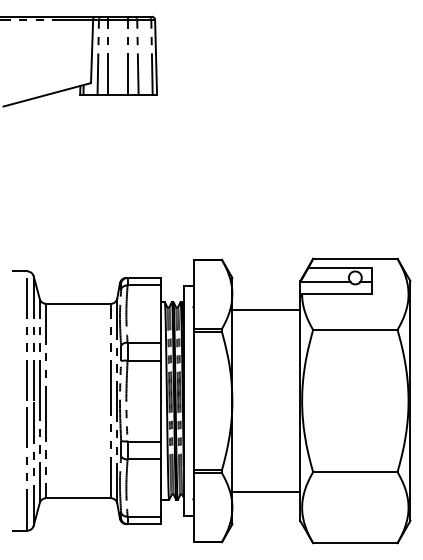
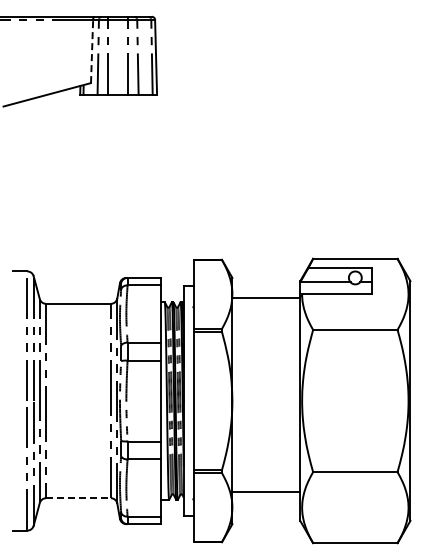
line at (92, 51): solid -> dashed
line at (266, 310) position: (266, 310) -> (266, 298)
line at (78, 498): solid -> dashed
